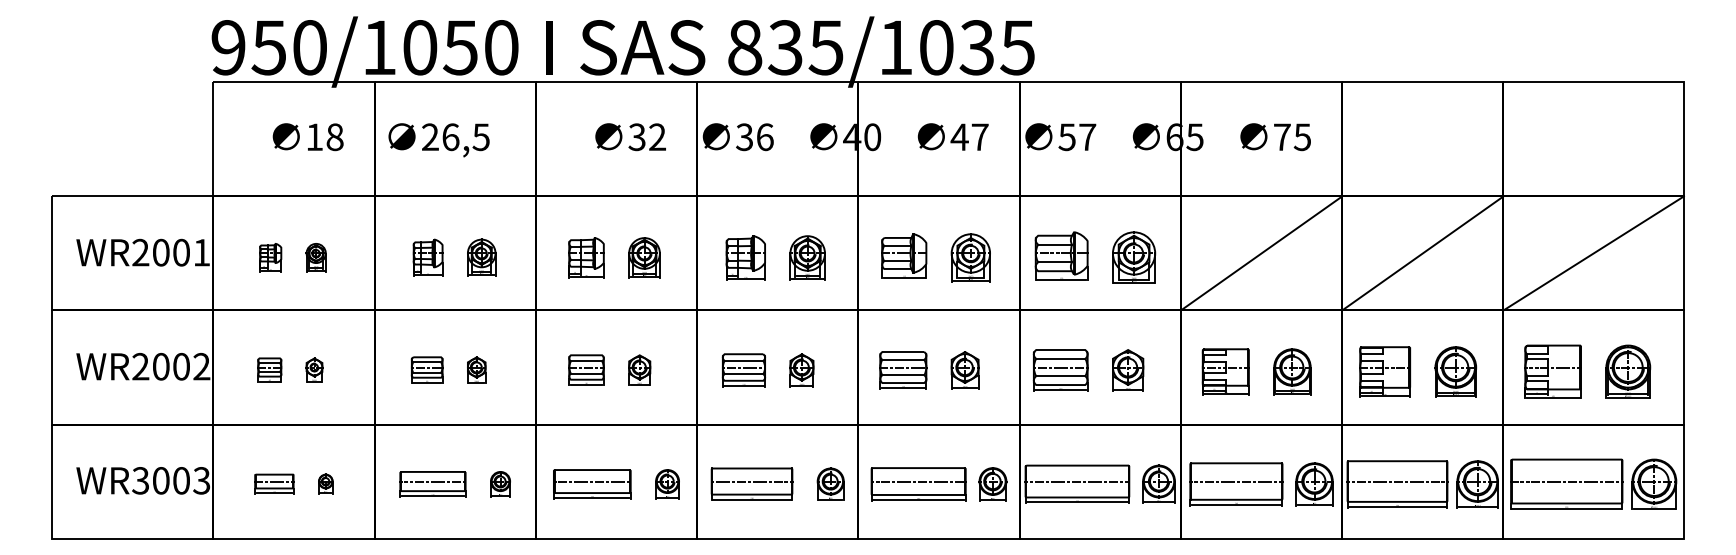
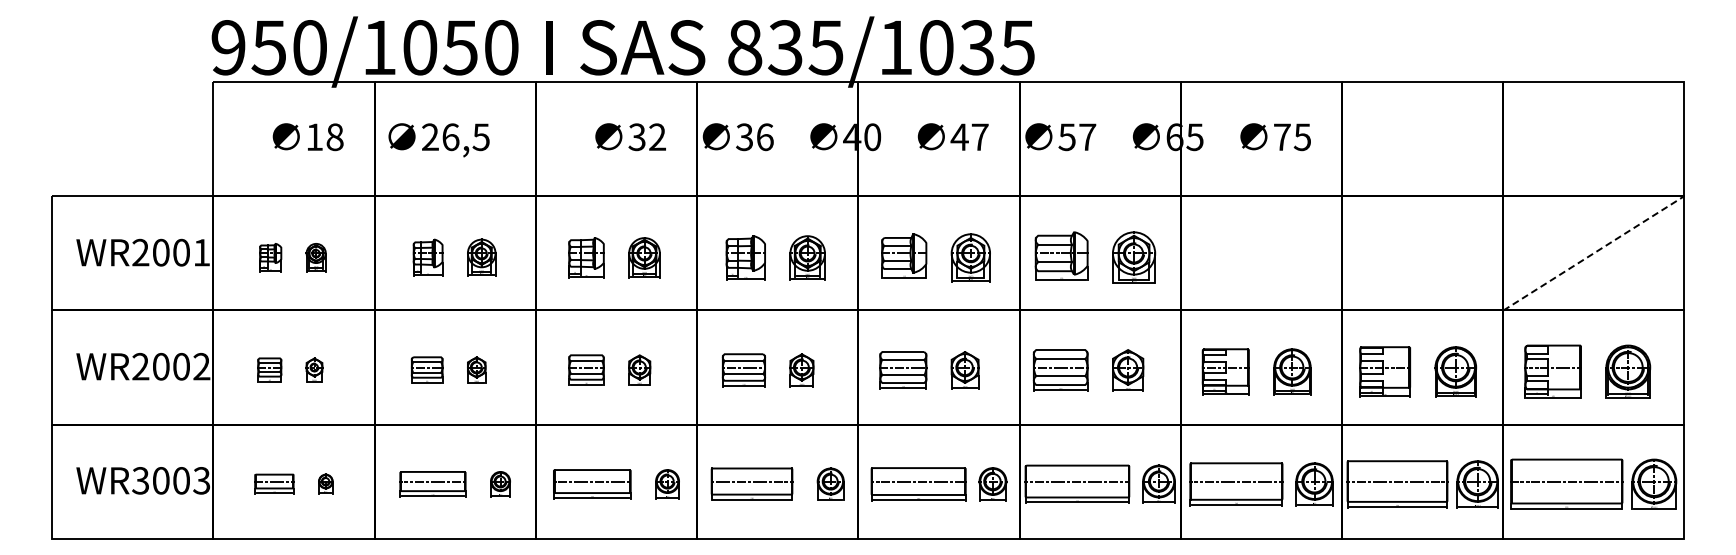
line at (1261, 253): present -> none
line at (1422, 253): present -> none
line at (1593, 253): solid -> dashed
